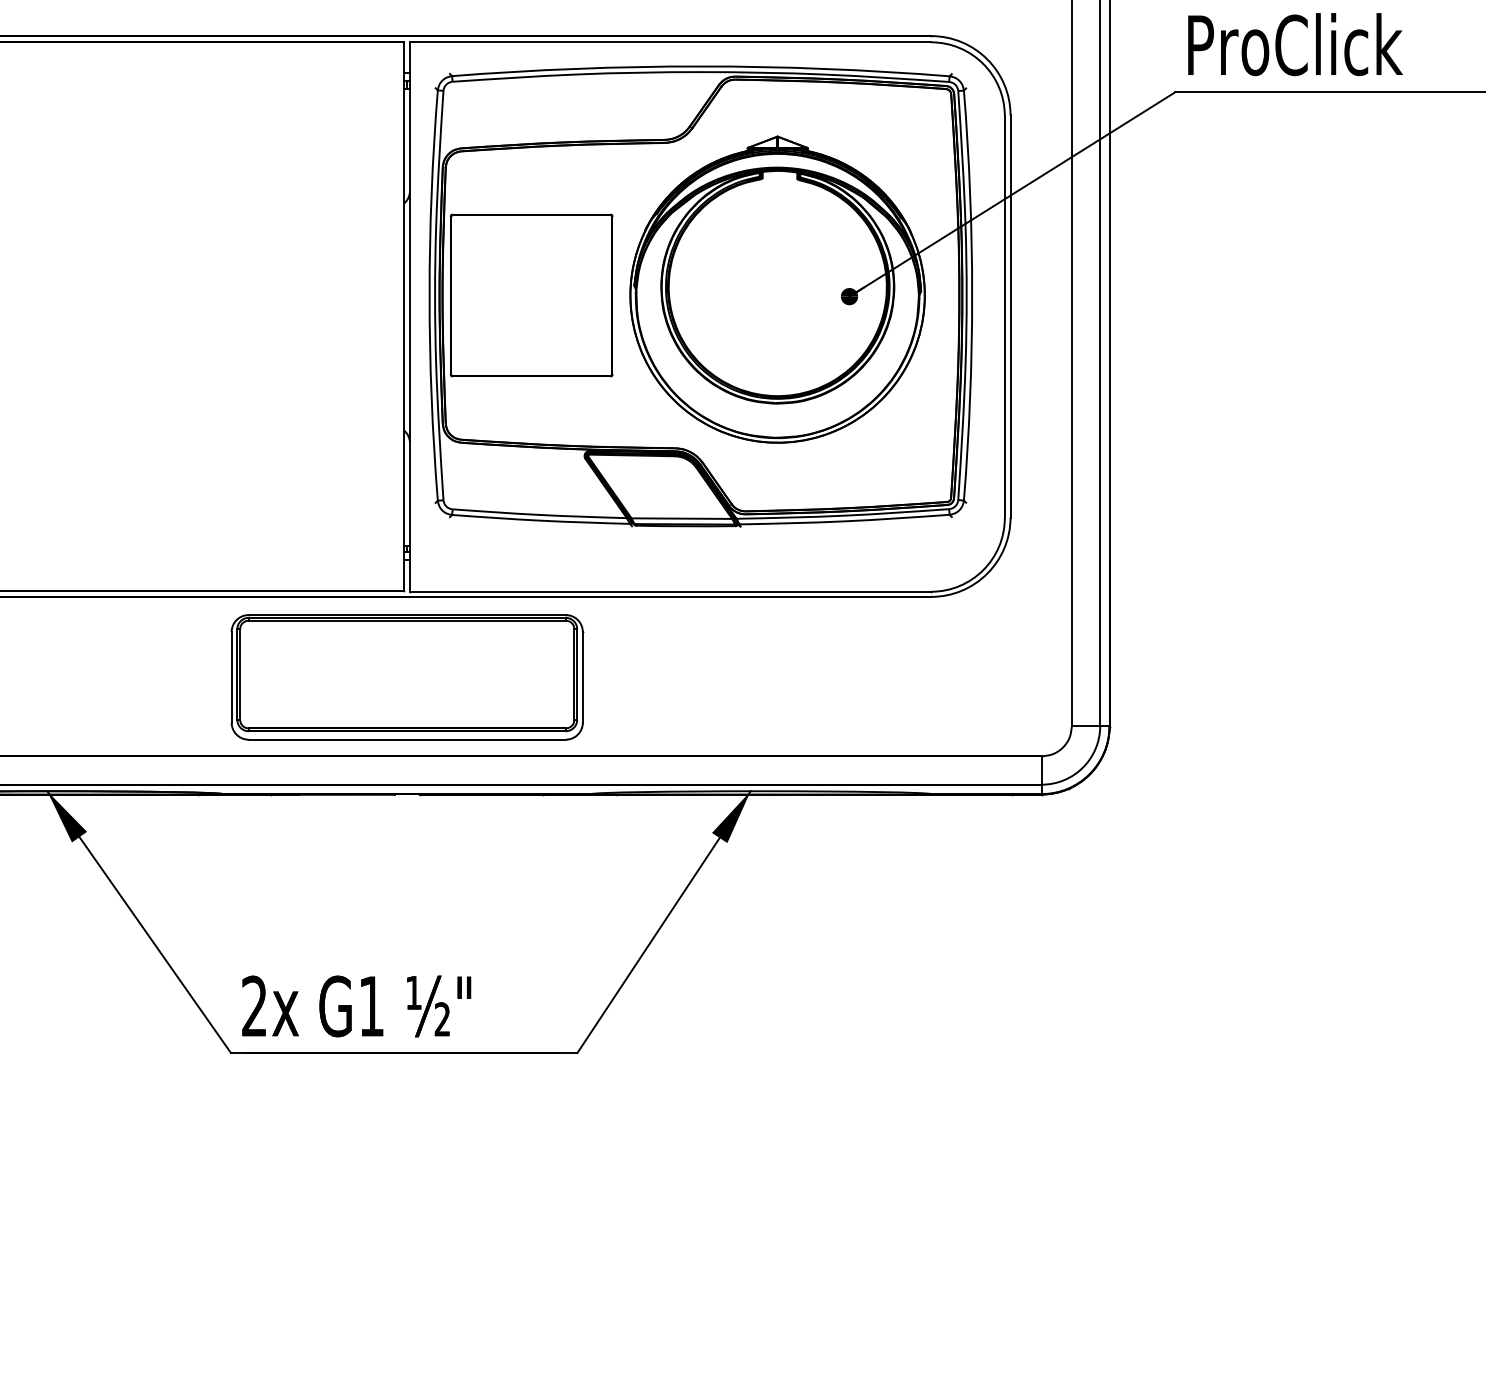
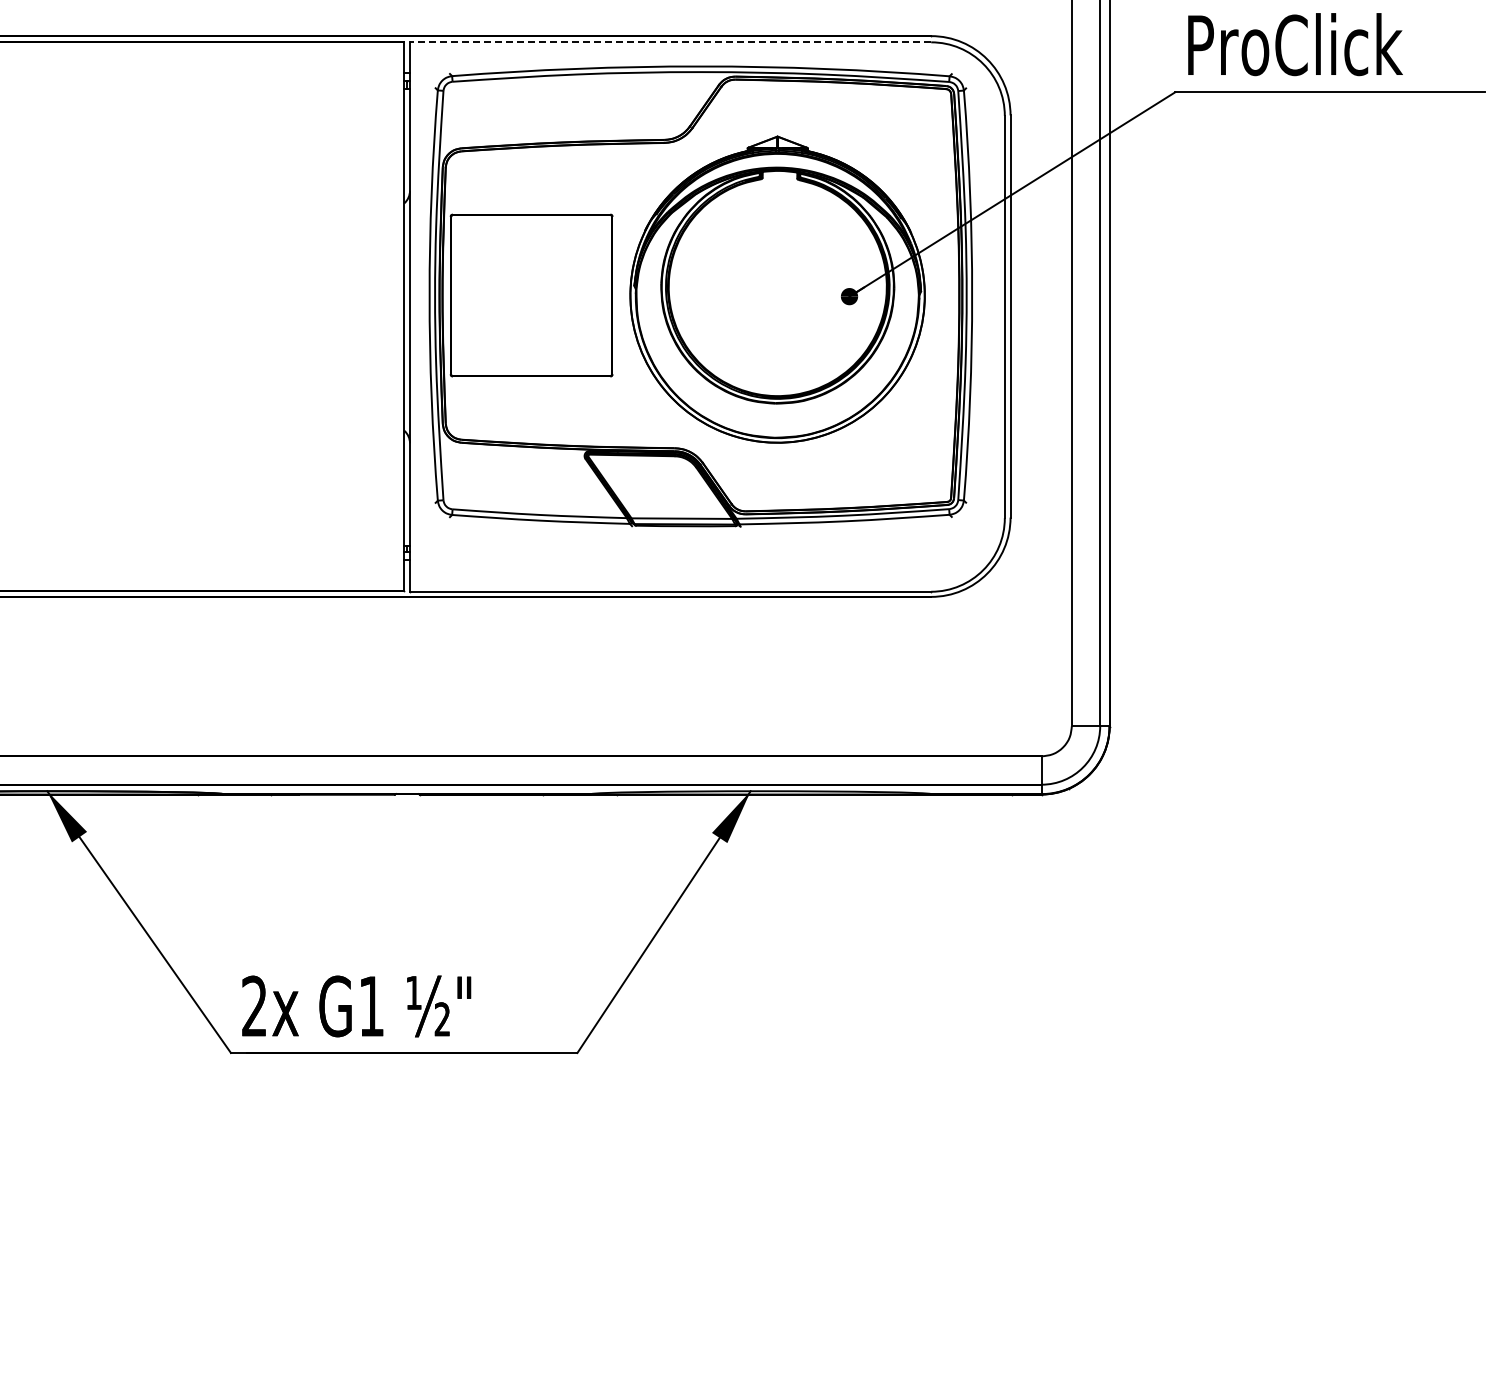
line at (670, 42): solid -> dashed
part at (407, 677): present -> none
